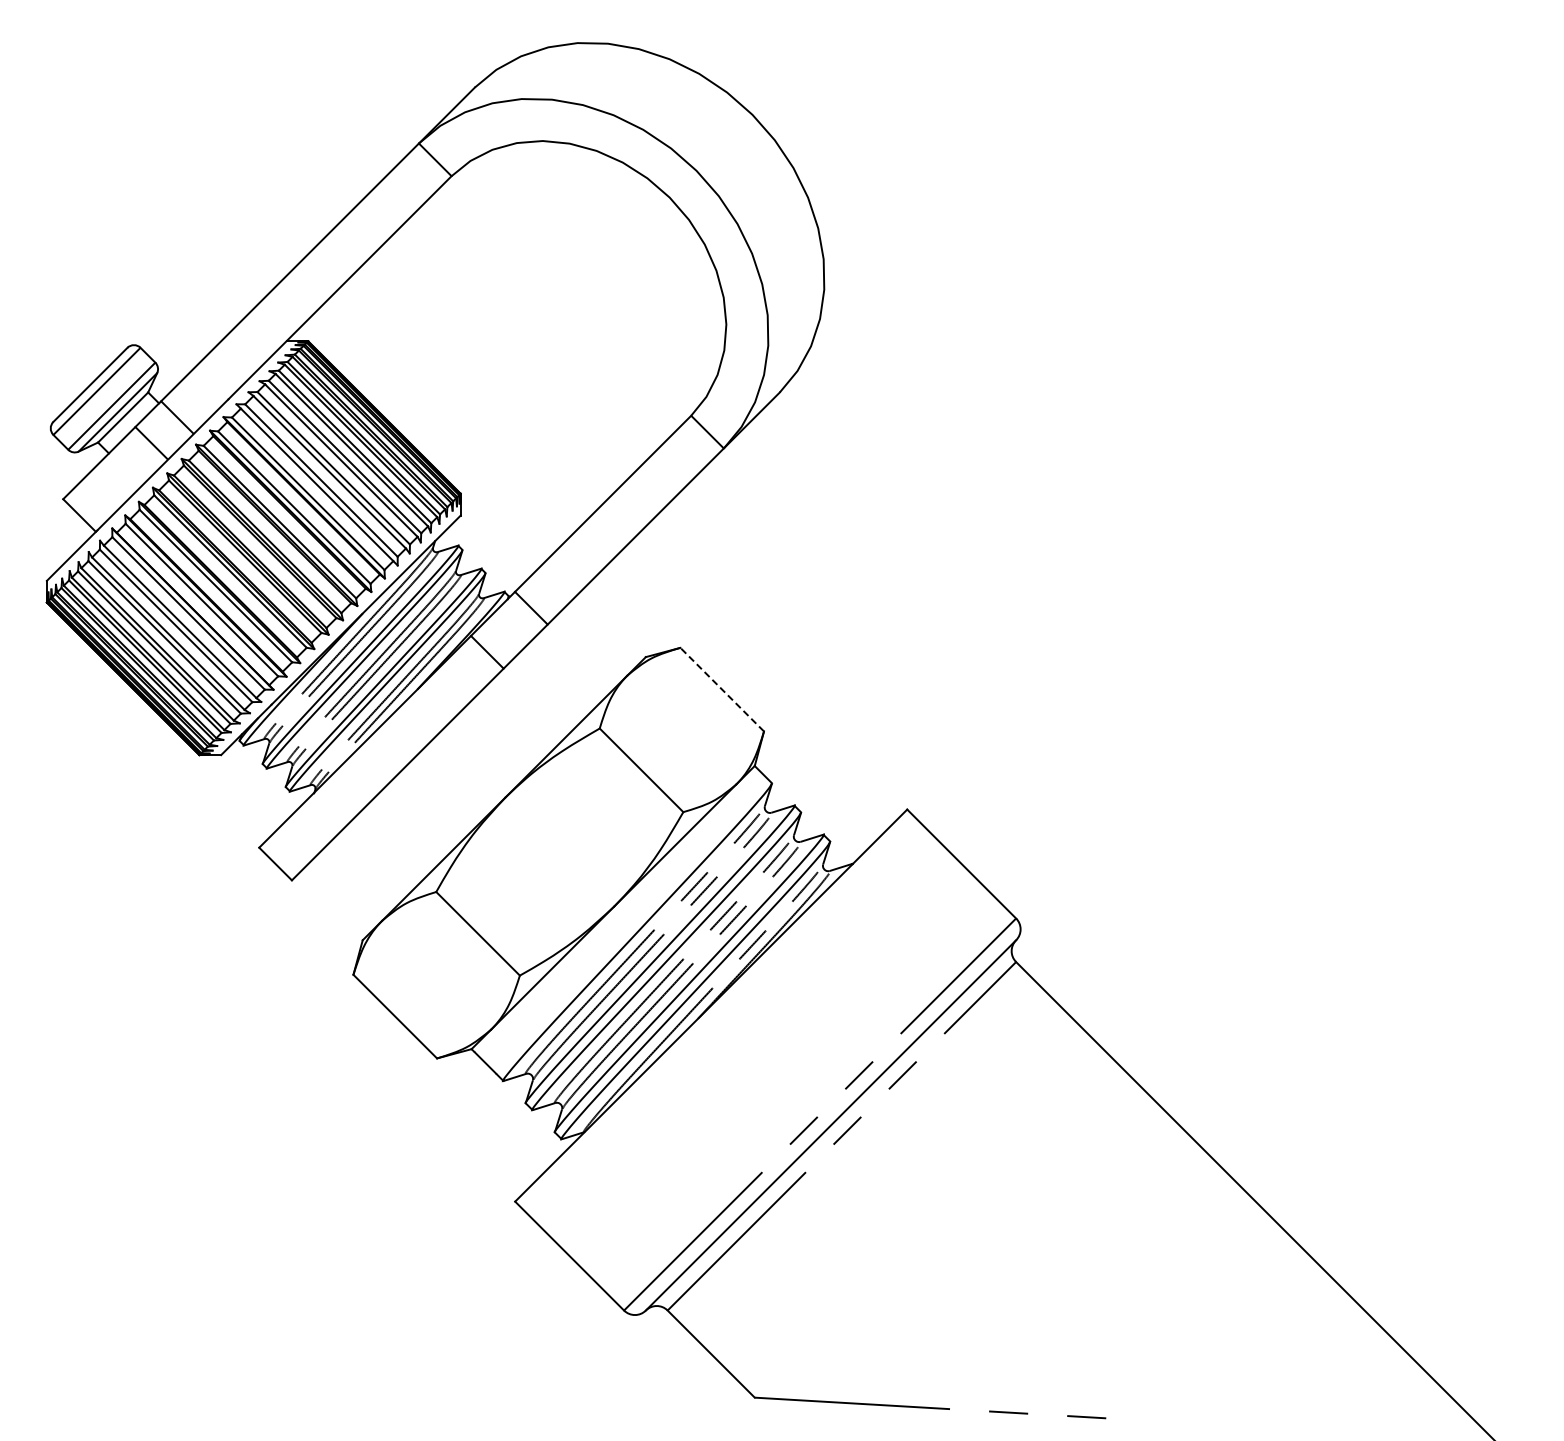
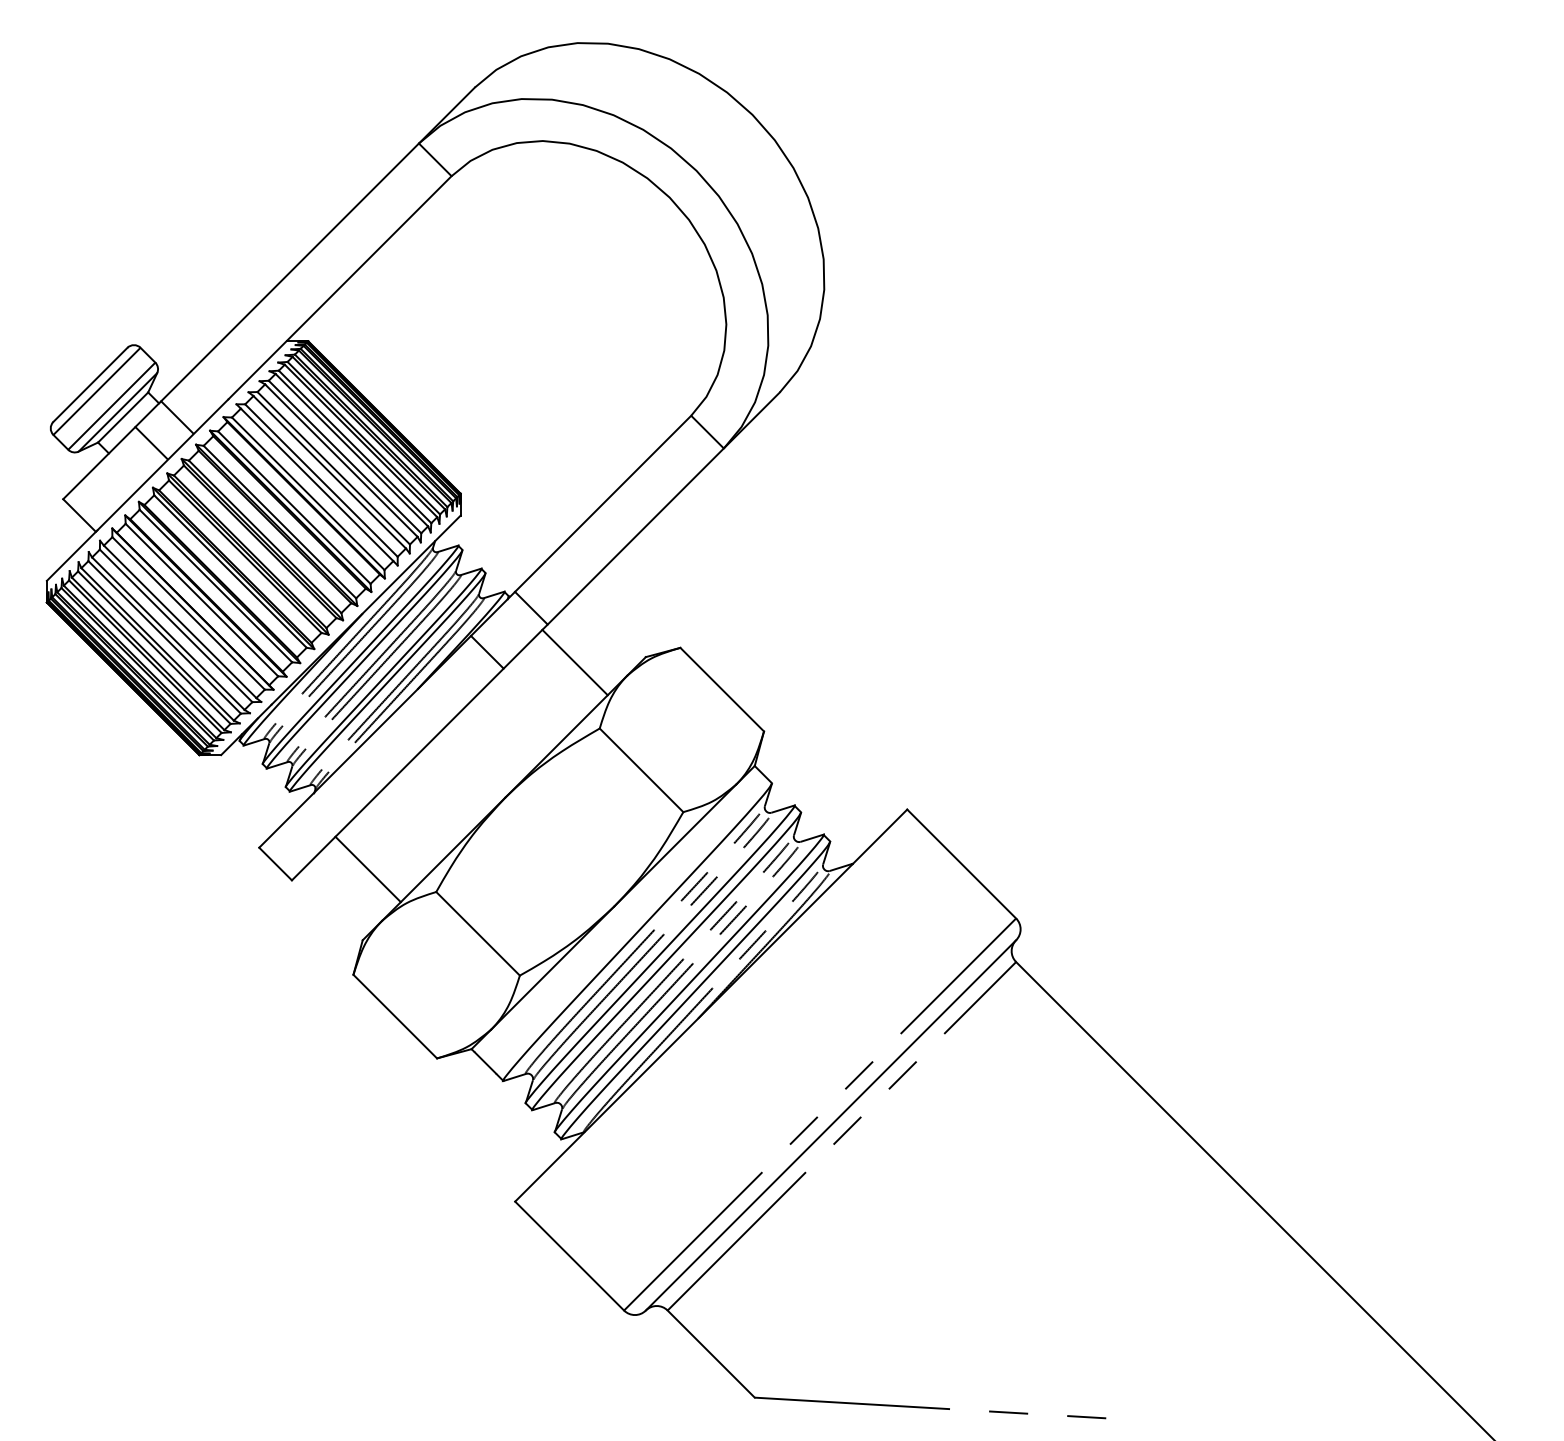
line at (574, 662): none -> present
line at (721, 689): dashed -> solid
line at (367, 869): none -> present
